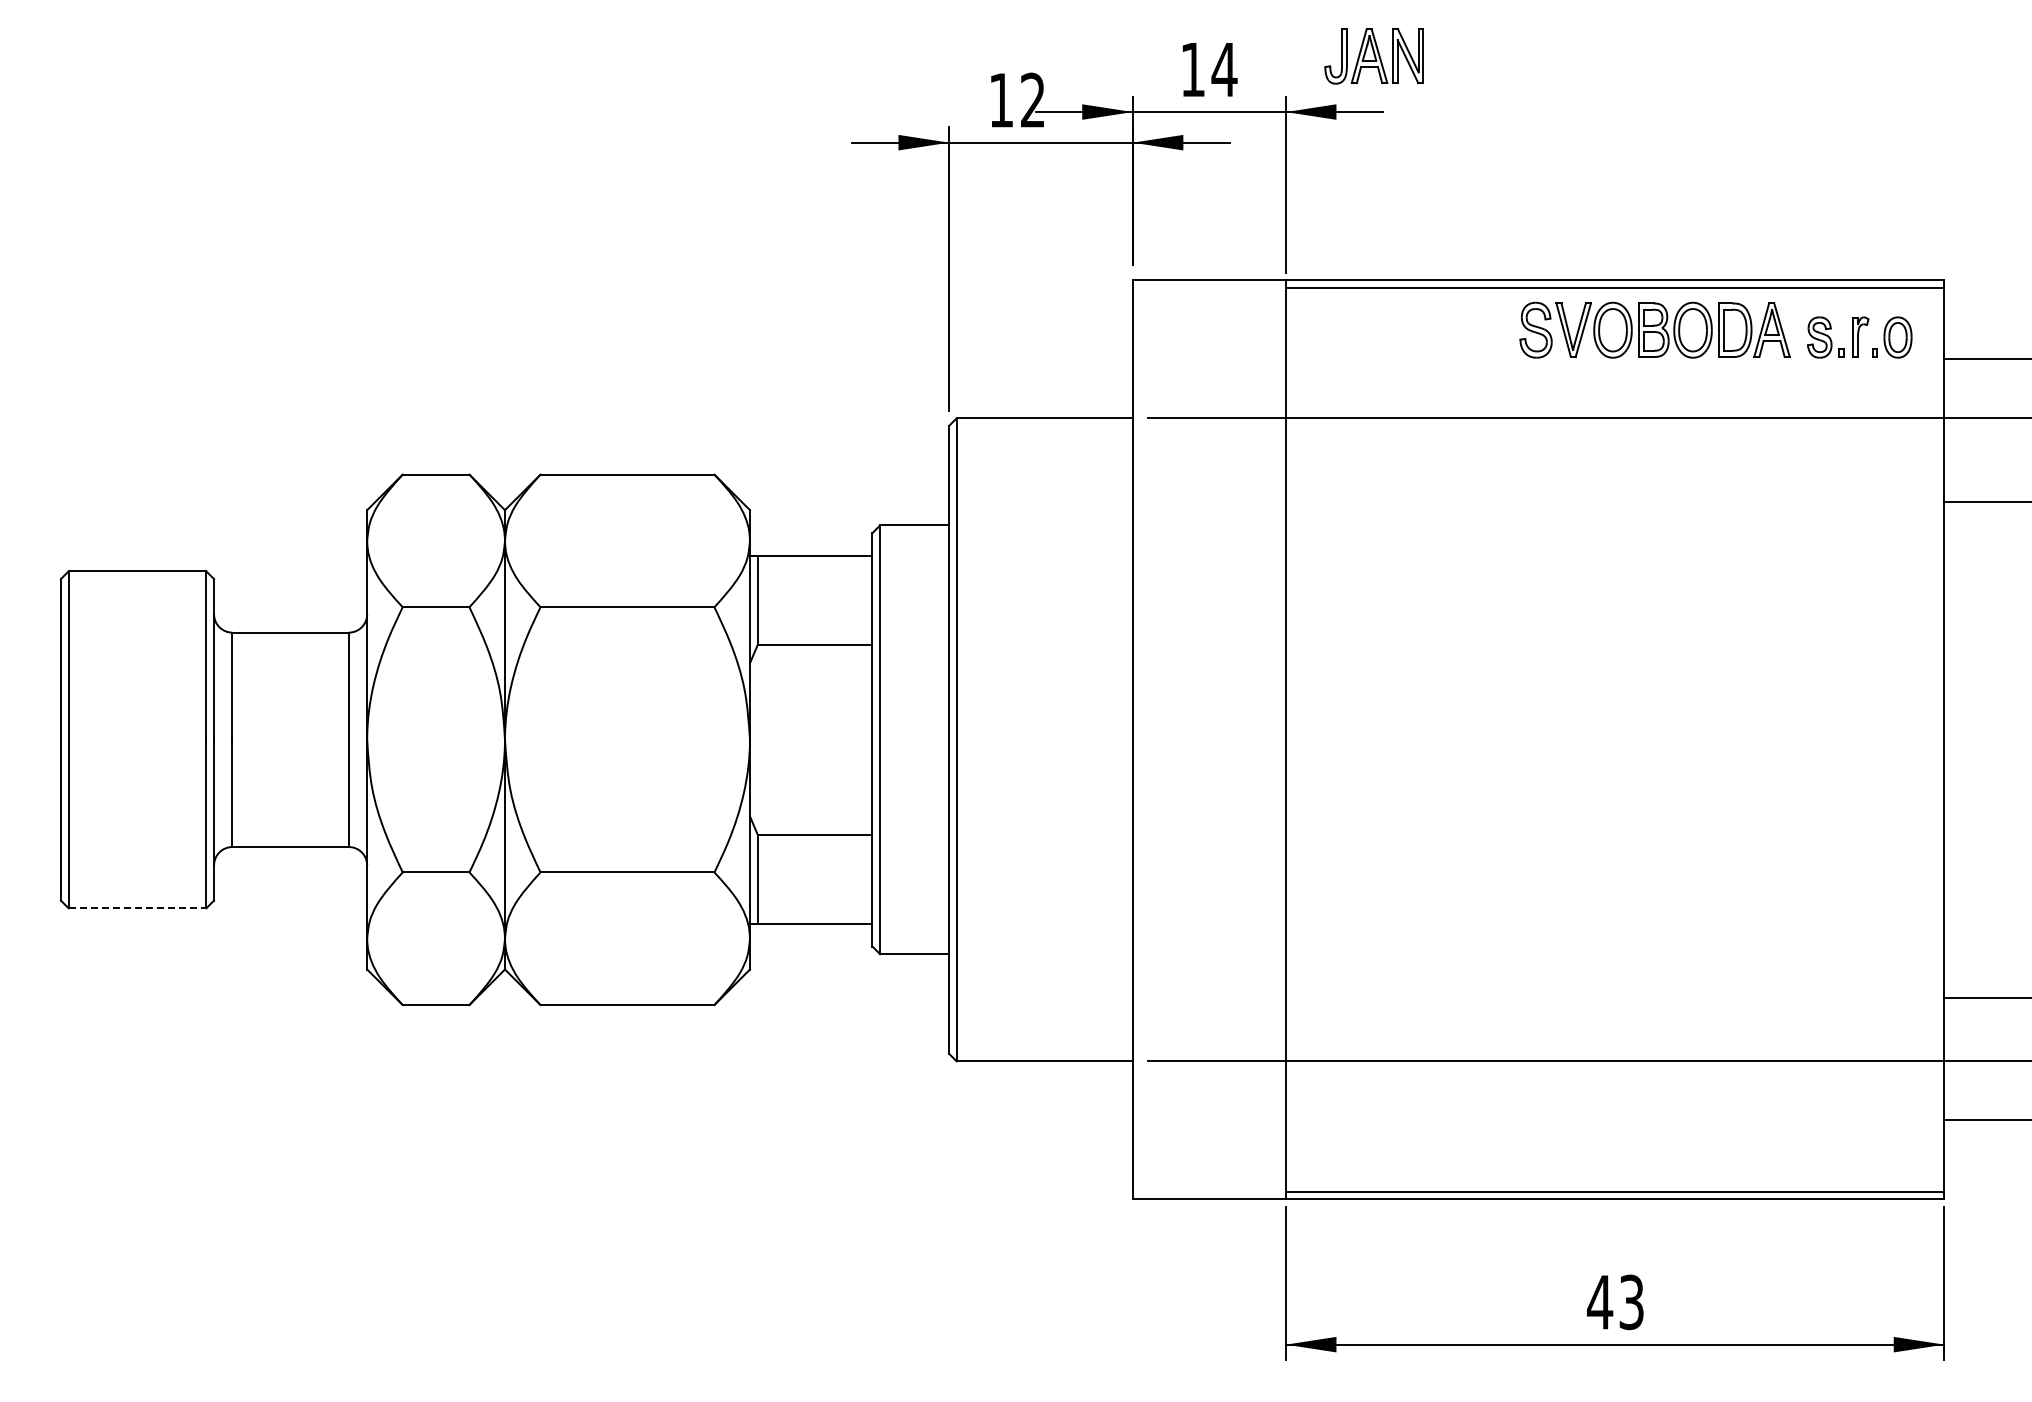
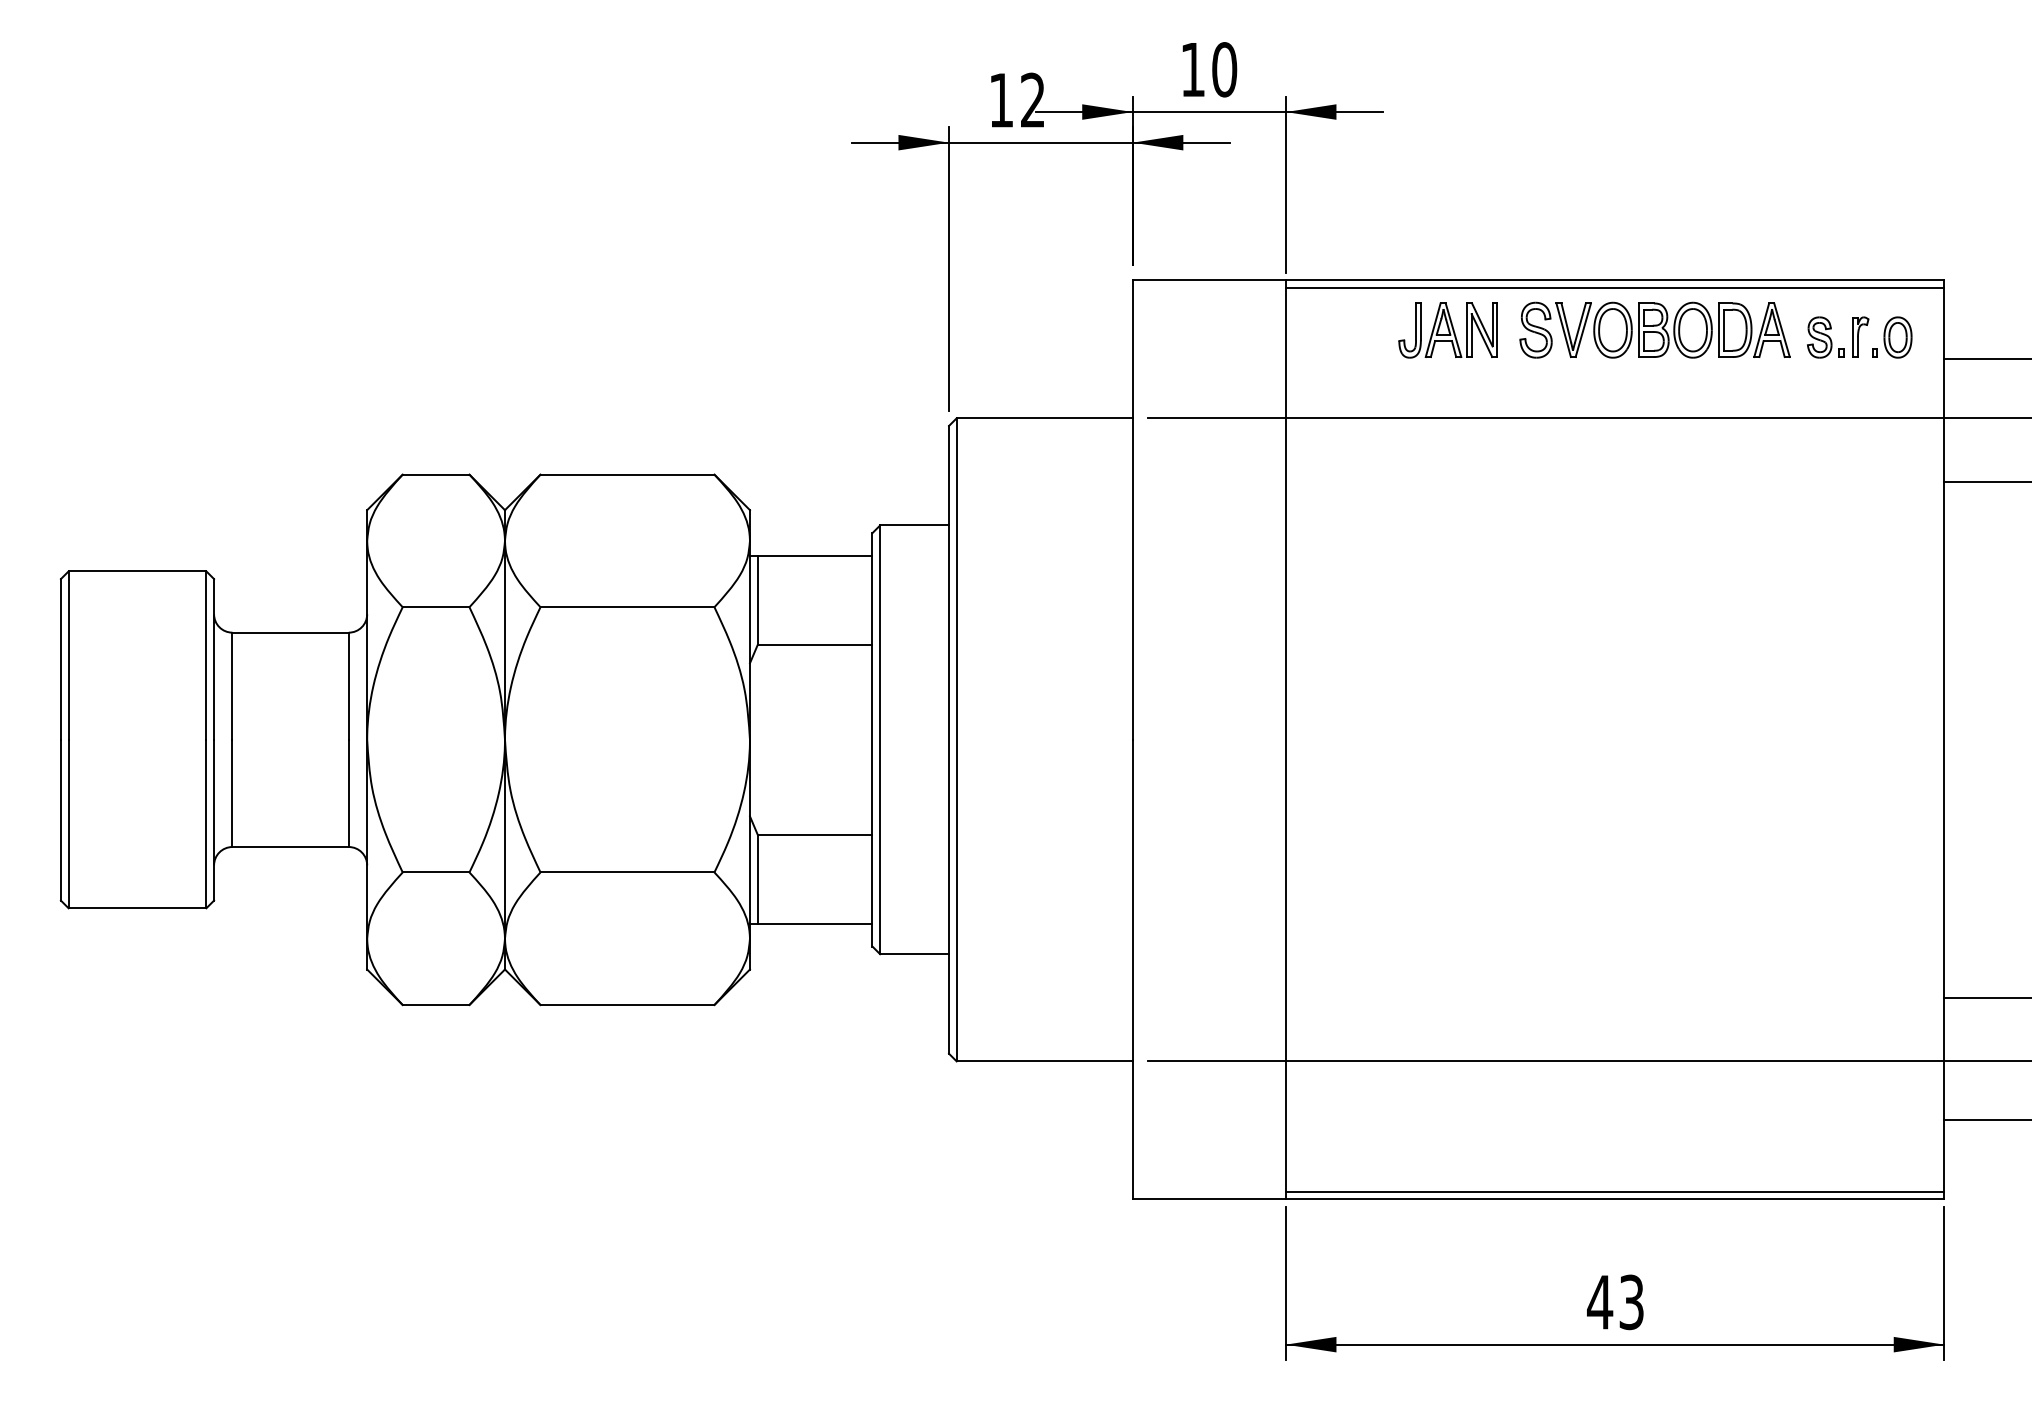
part at (1373, 56) position: (1373, 56) -> (1447, 330)
text at (1224, 69): 14 -> 10
line at (1986, 501) position: (1986, 501) -> (1986, 481)
line at (137, 908): dashed -> solid
